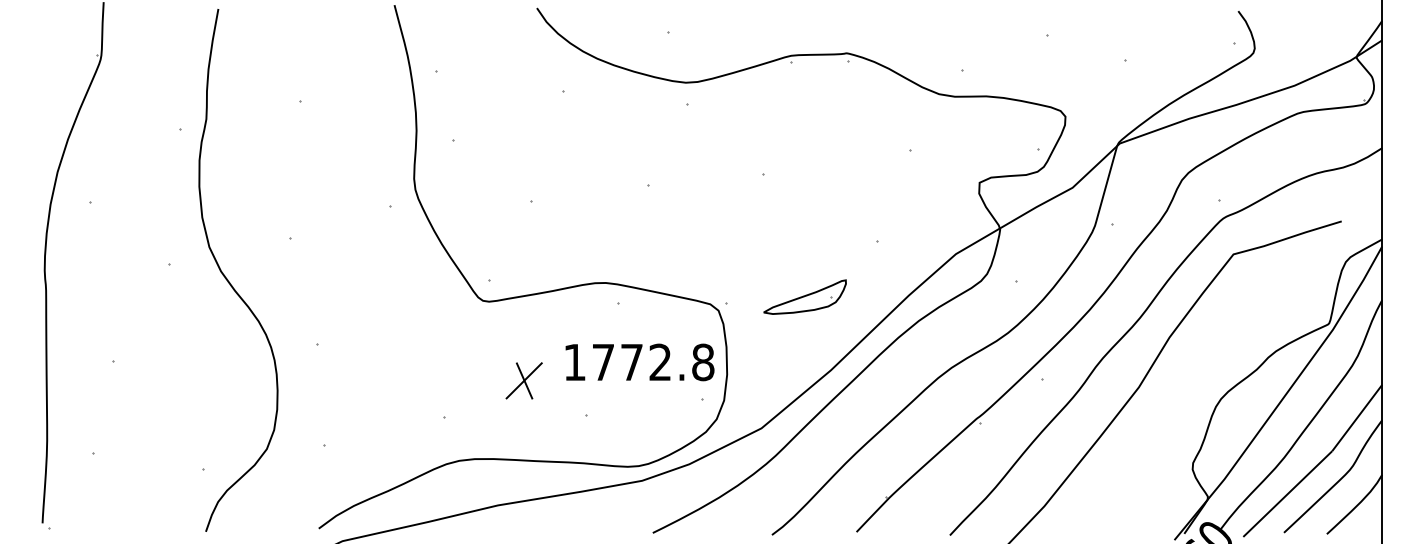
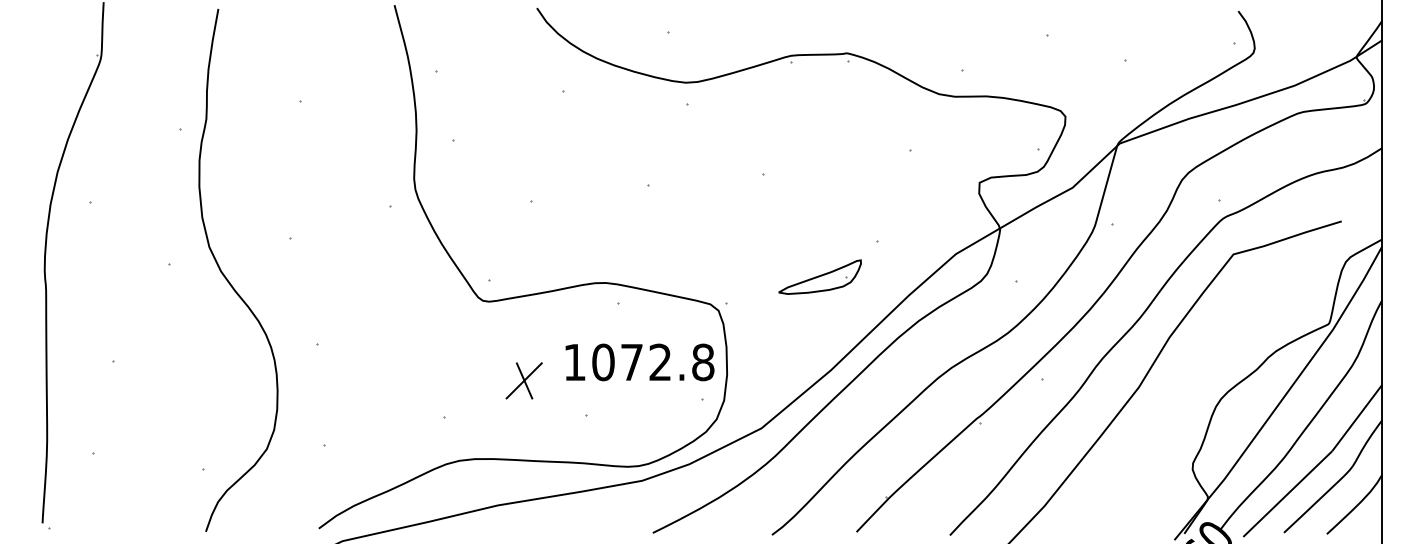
part at (804, 296) position: (804, 296) -> (819, 276)
text at (603, 362): 1772.8 -> 1072.8
